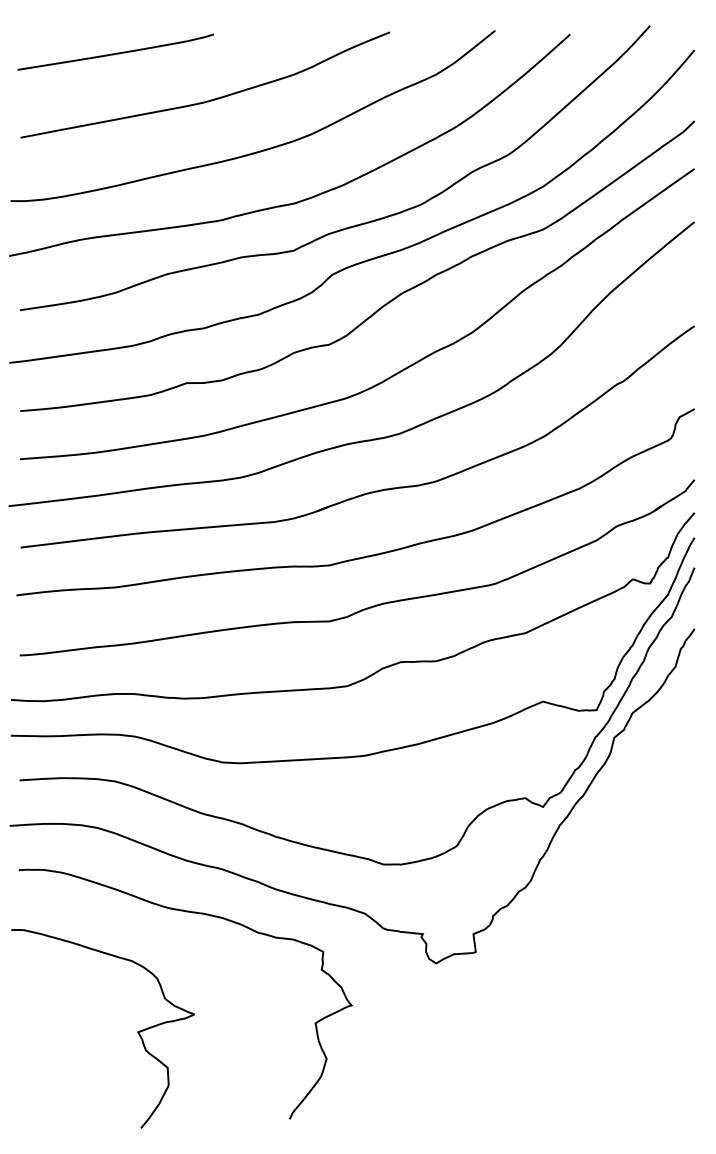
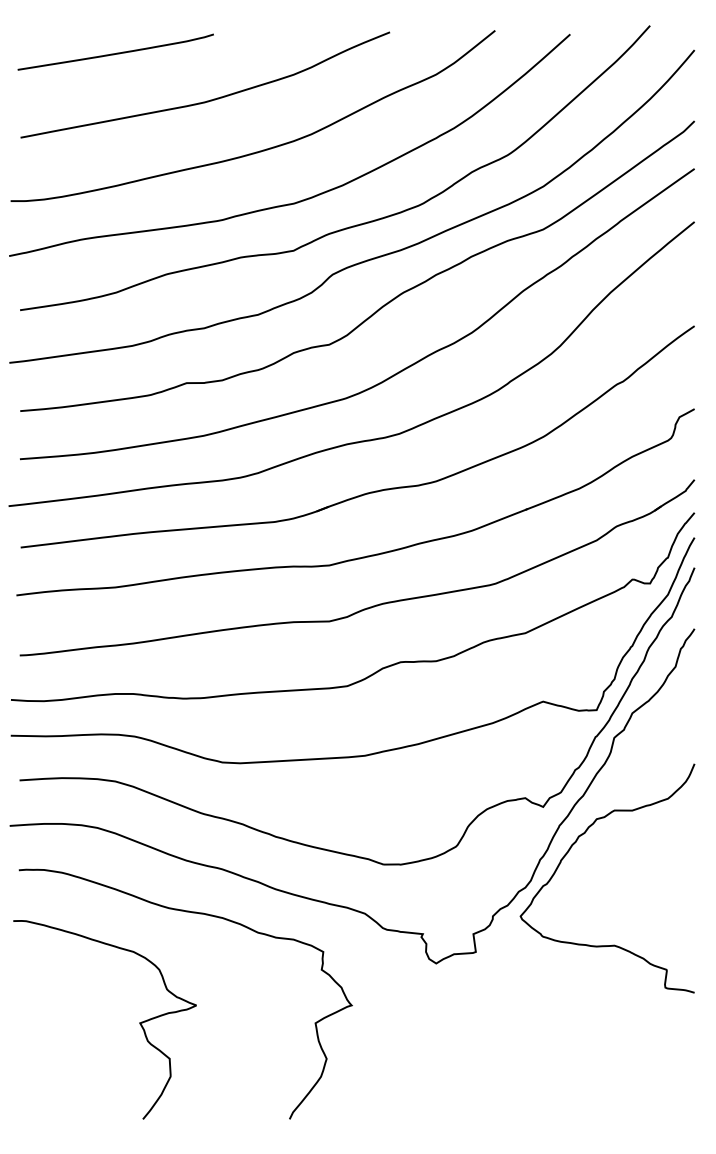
curve at (569, 851): none -> present
curve at (137, 1031) position: (137, 1031) -> (139, 1022)
